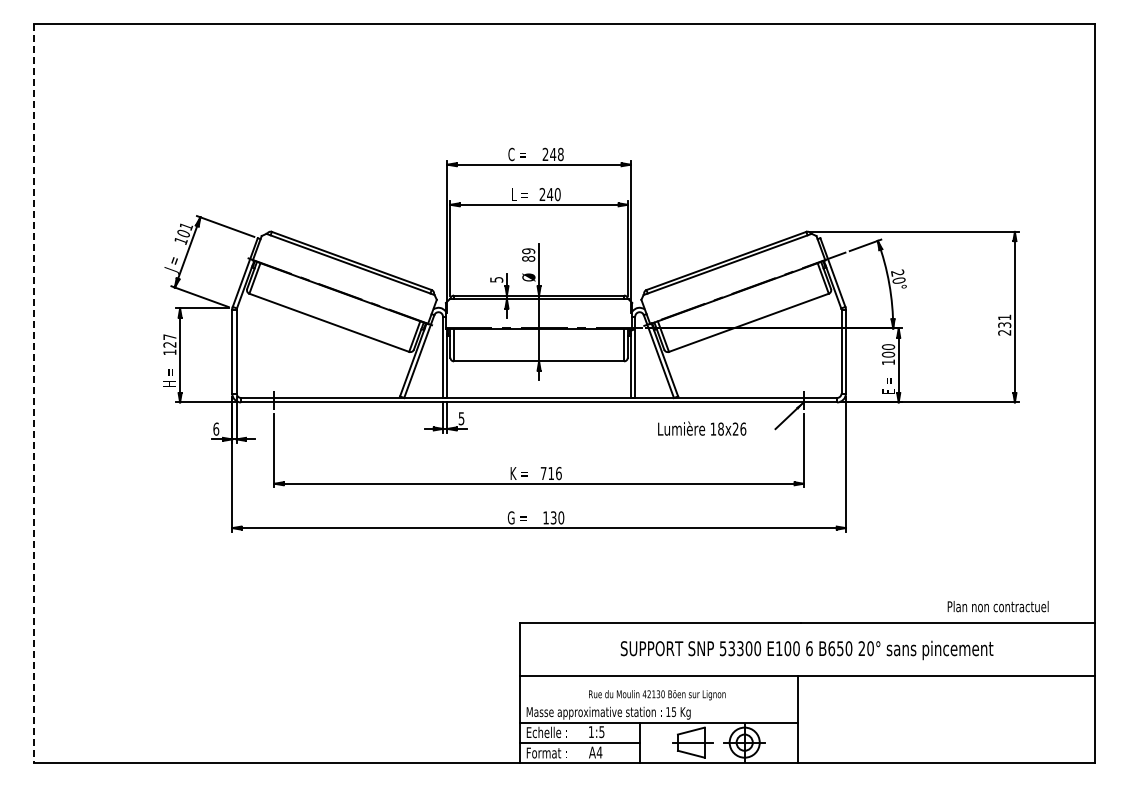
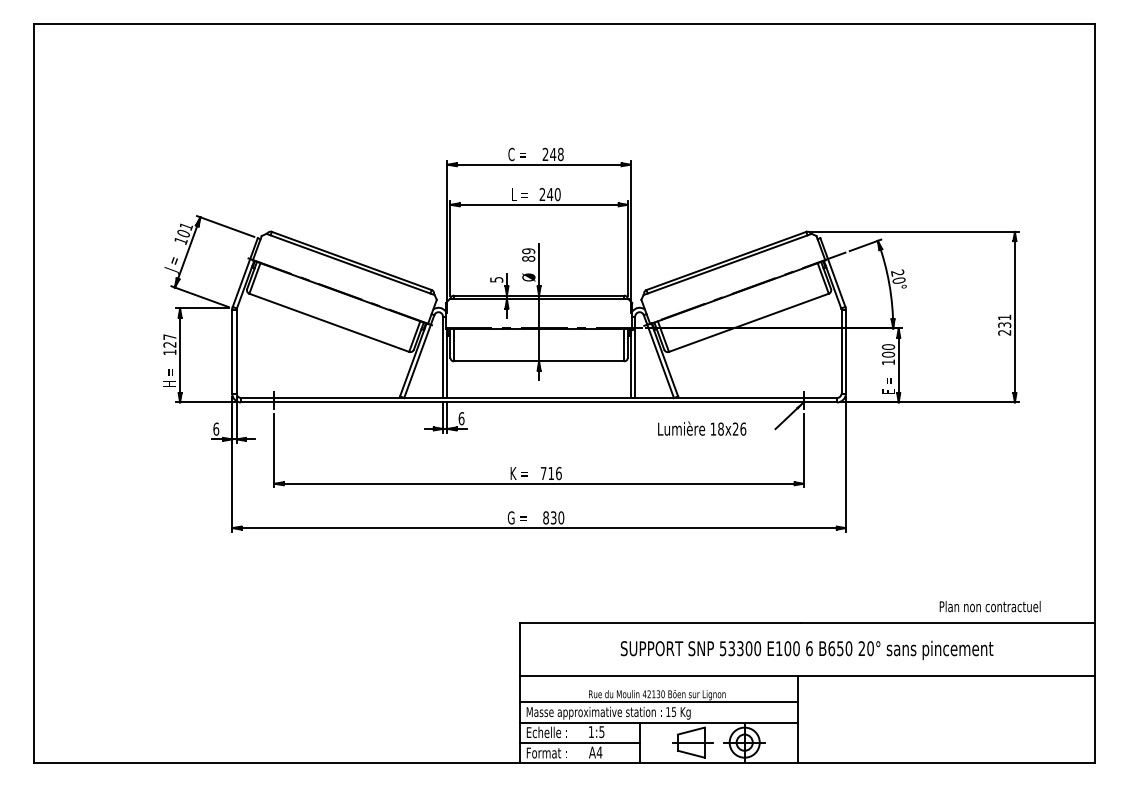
line at (34, 393): dashed -> solid
text at (461, 418): 5 -> 6
text at (545, 517): 130 -> 830
text at (997, 606) position: (997, 606) -> (989, 606)
line at (658, 702): none -> present
